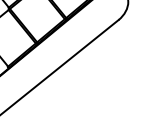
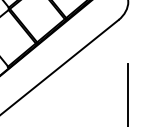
line at (128, 93): none -> present
